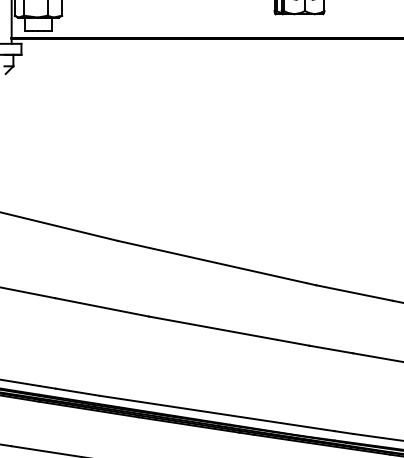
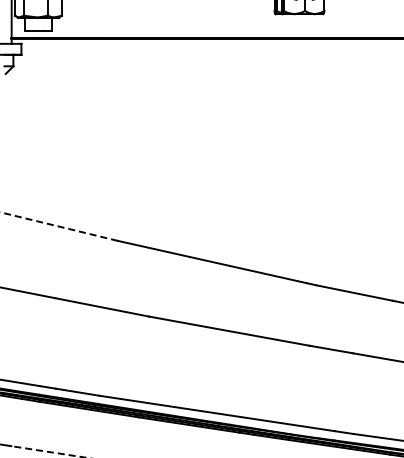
line at (58, 226): solid -> dashed
line at (49, 452): solid -> dashed
